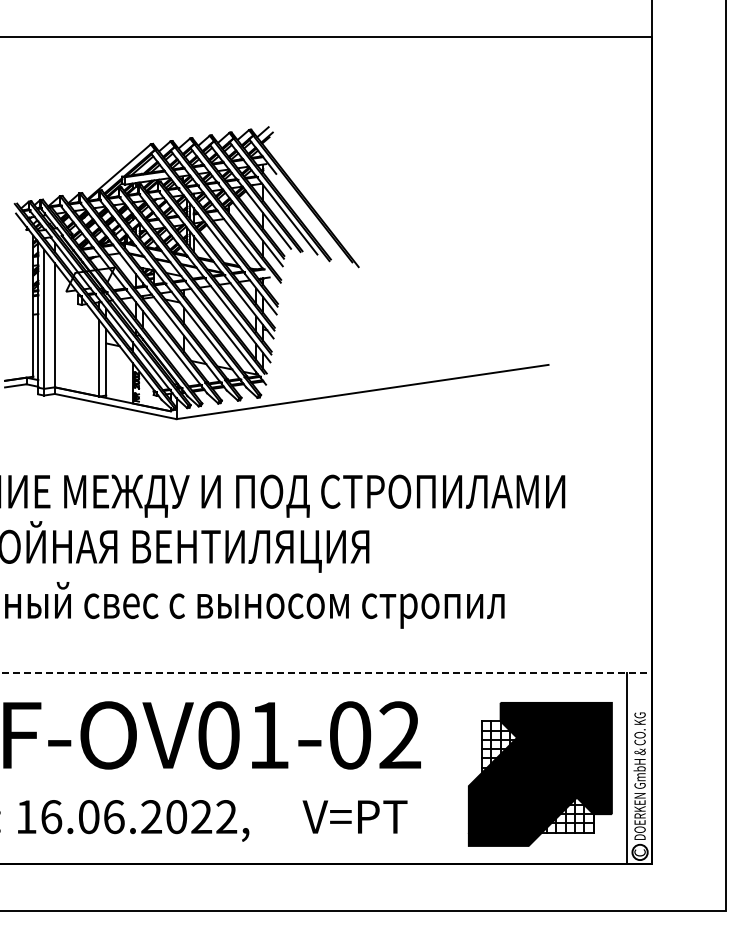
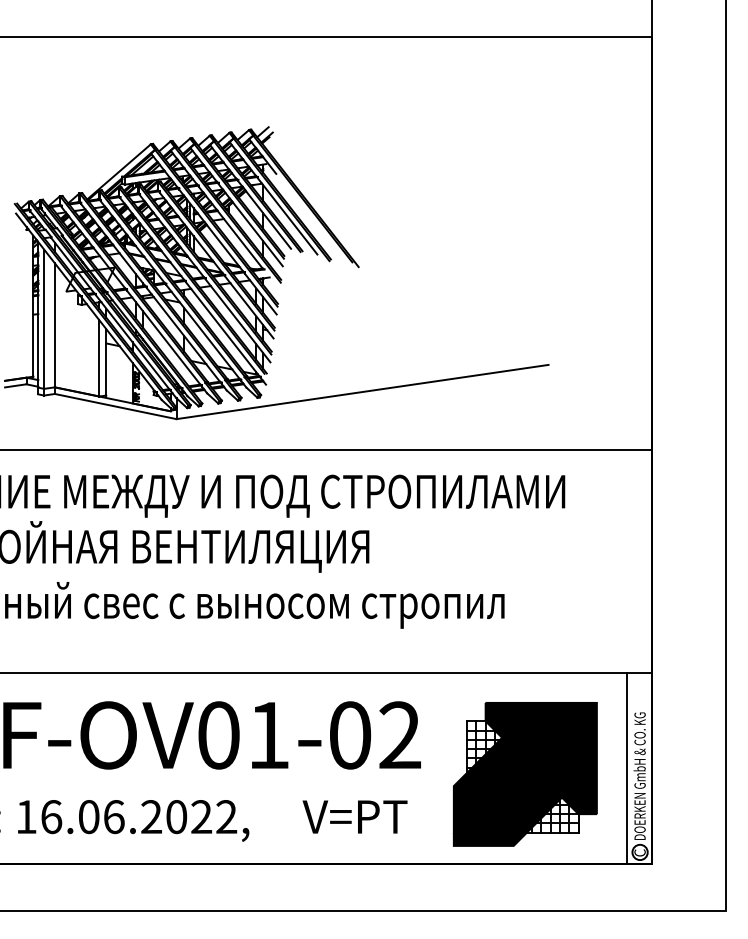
line at (326, 450): none -> present
line at (326, 672): dashed -> solid
part at (539, 774) position: (539, 774) -> (524, 774)
